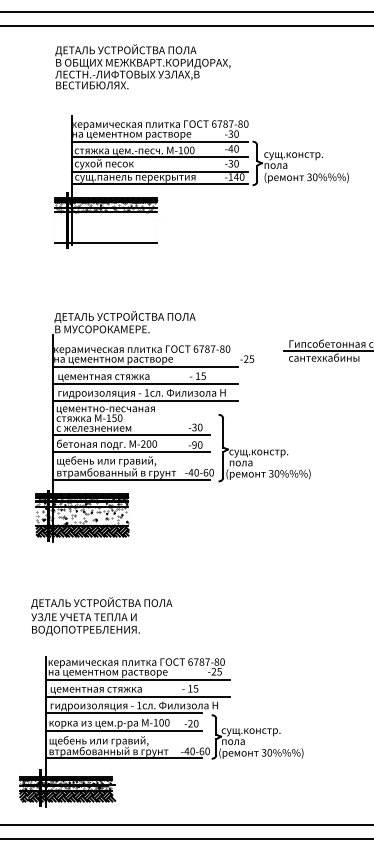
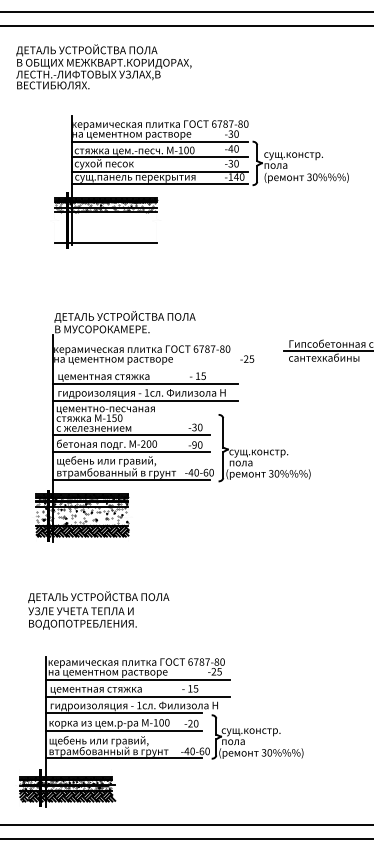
text at (142, 66) position: (142, 66) -> (103, 66)
line at (145, 367): present -> none
text at (101, 616) position: (101, 616) -> (98, 610)
